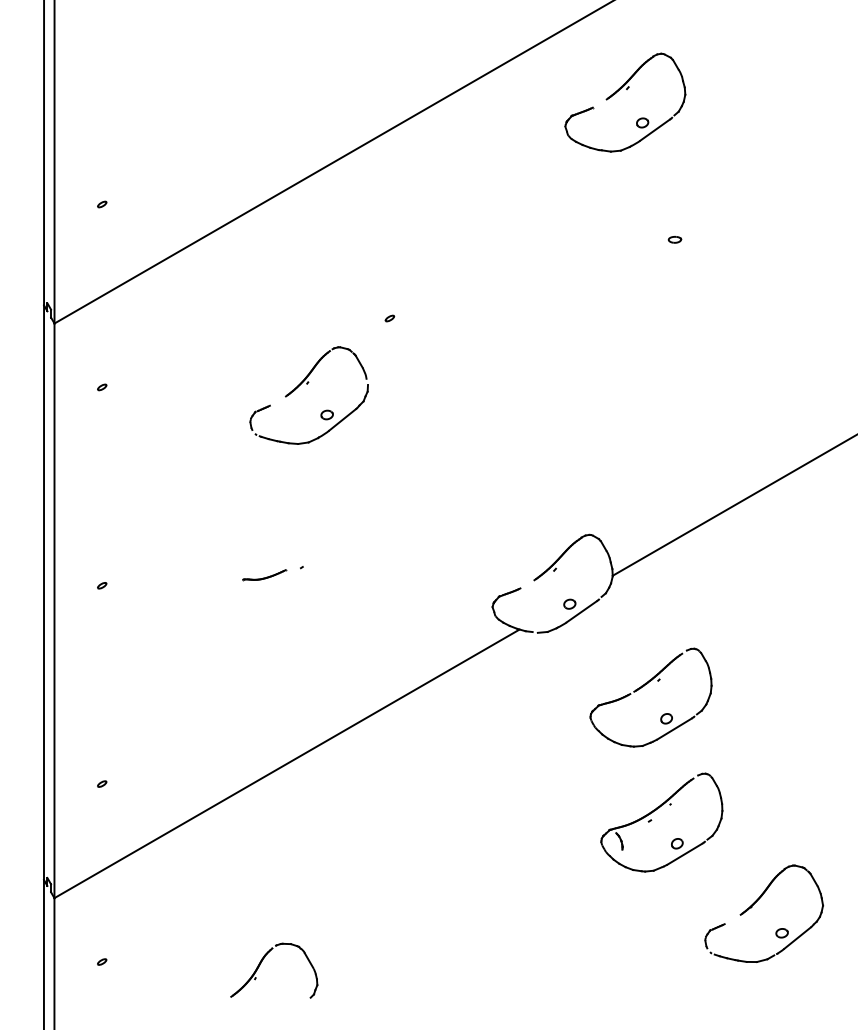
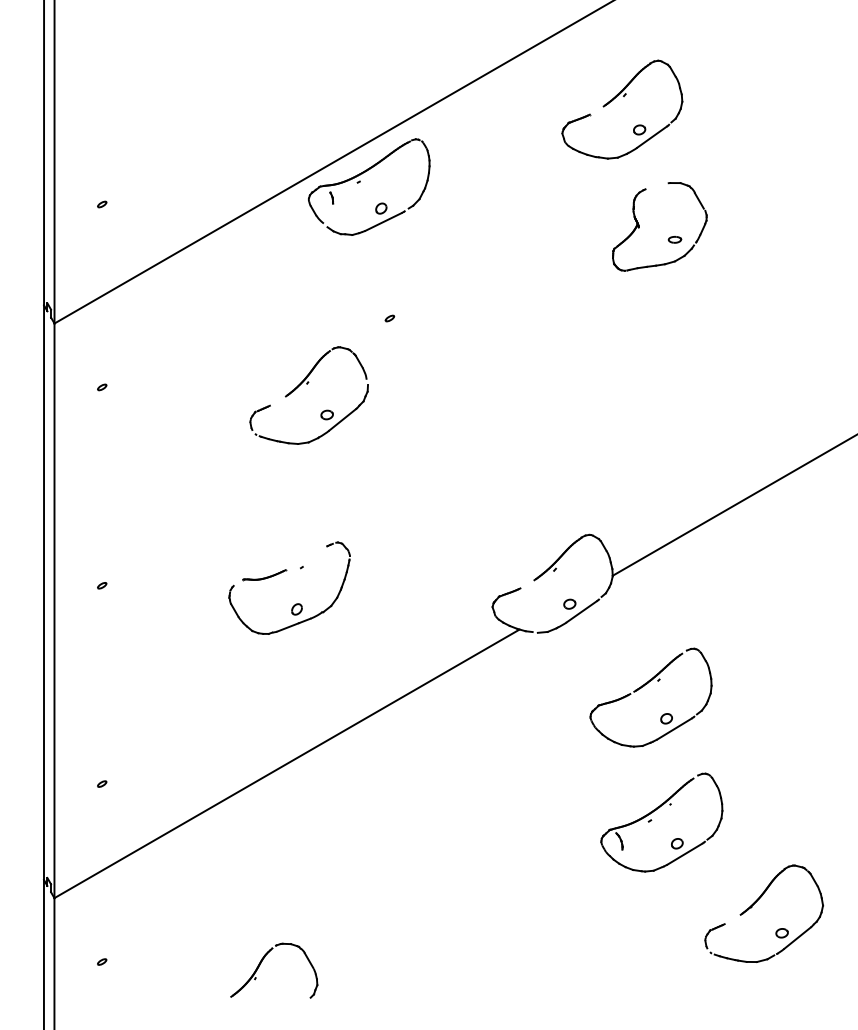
part at (627, 90) position: (627, 90) -> (624, 97)
part at (360, 182): none -> present
part at (639, 226): none -> present
part at (296, 603): none -> present
